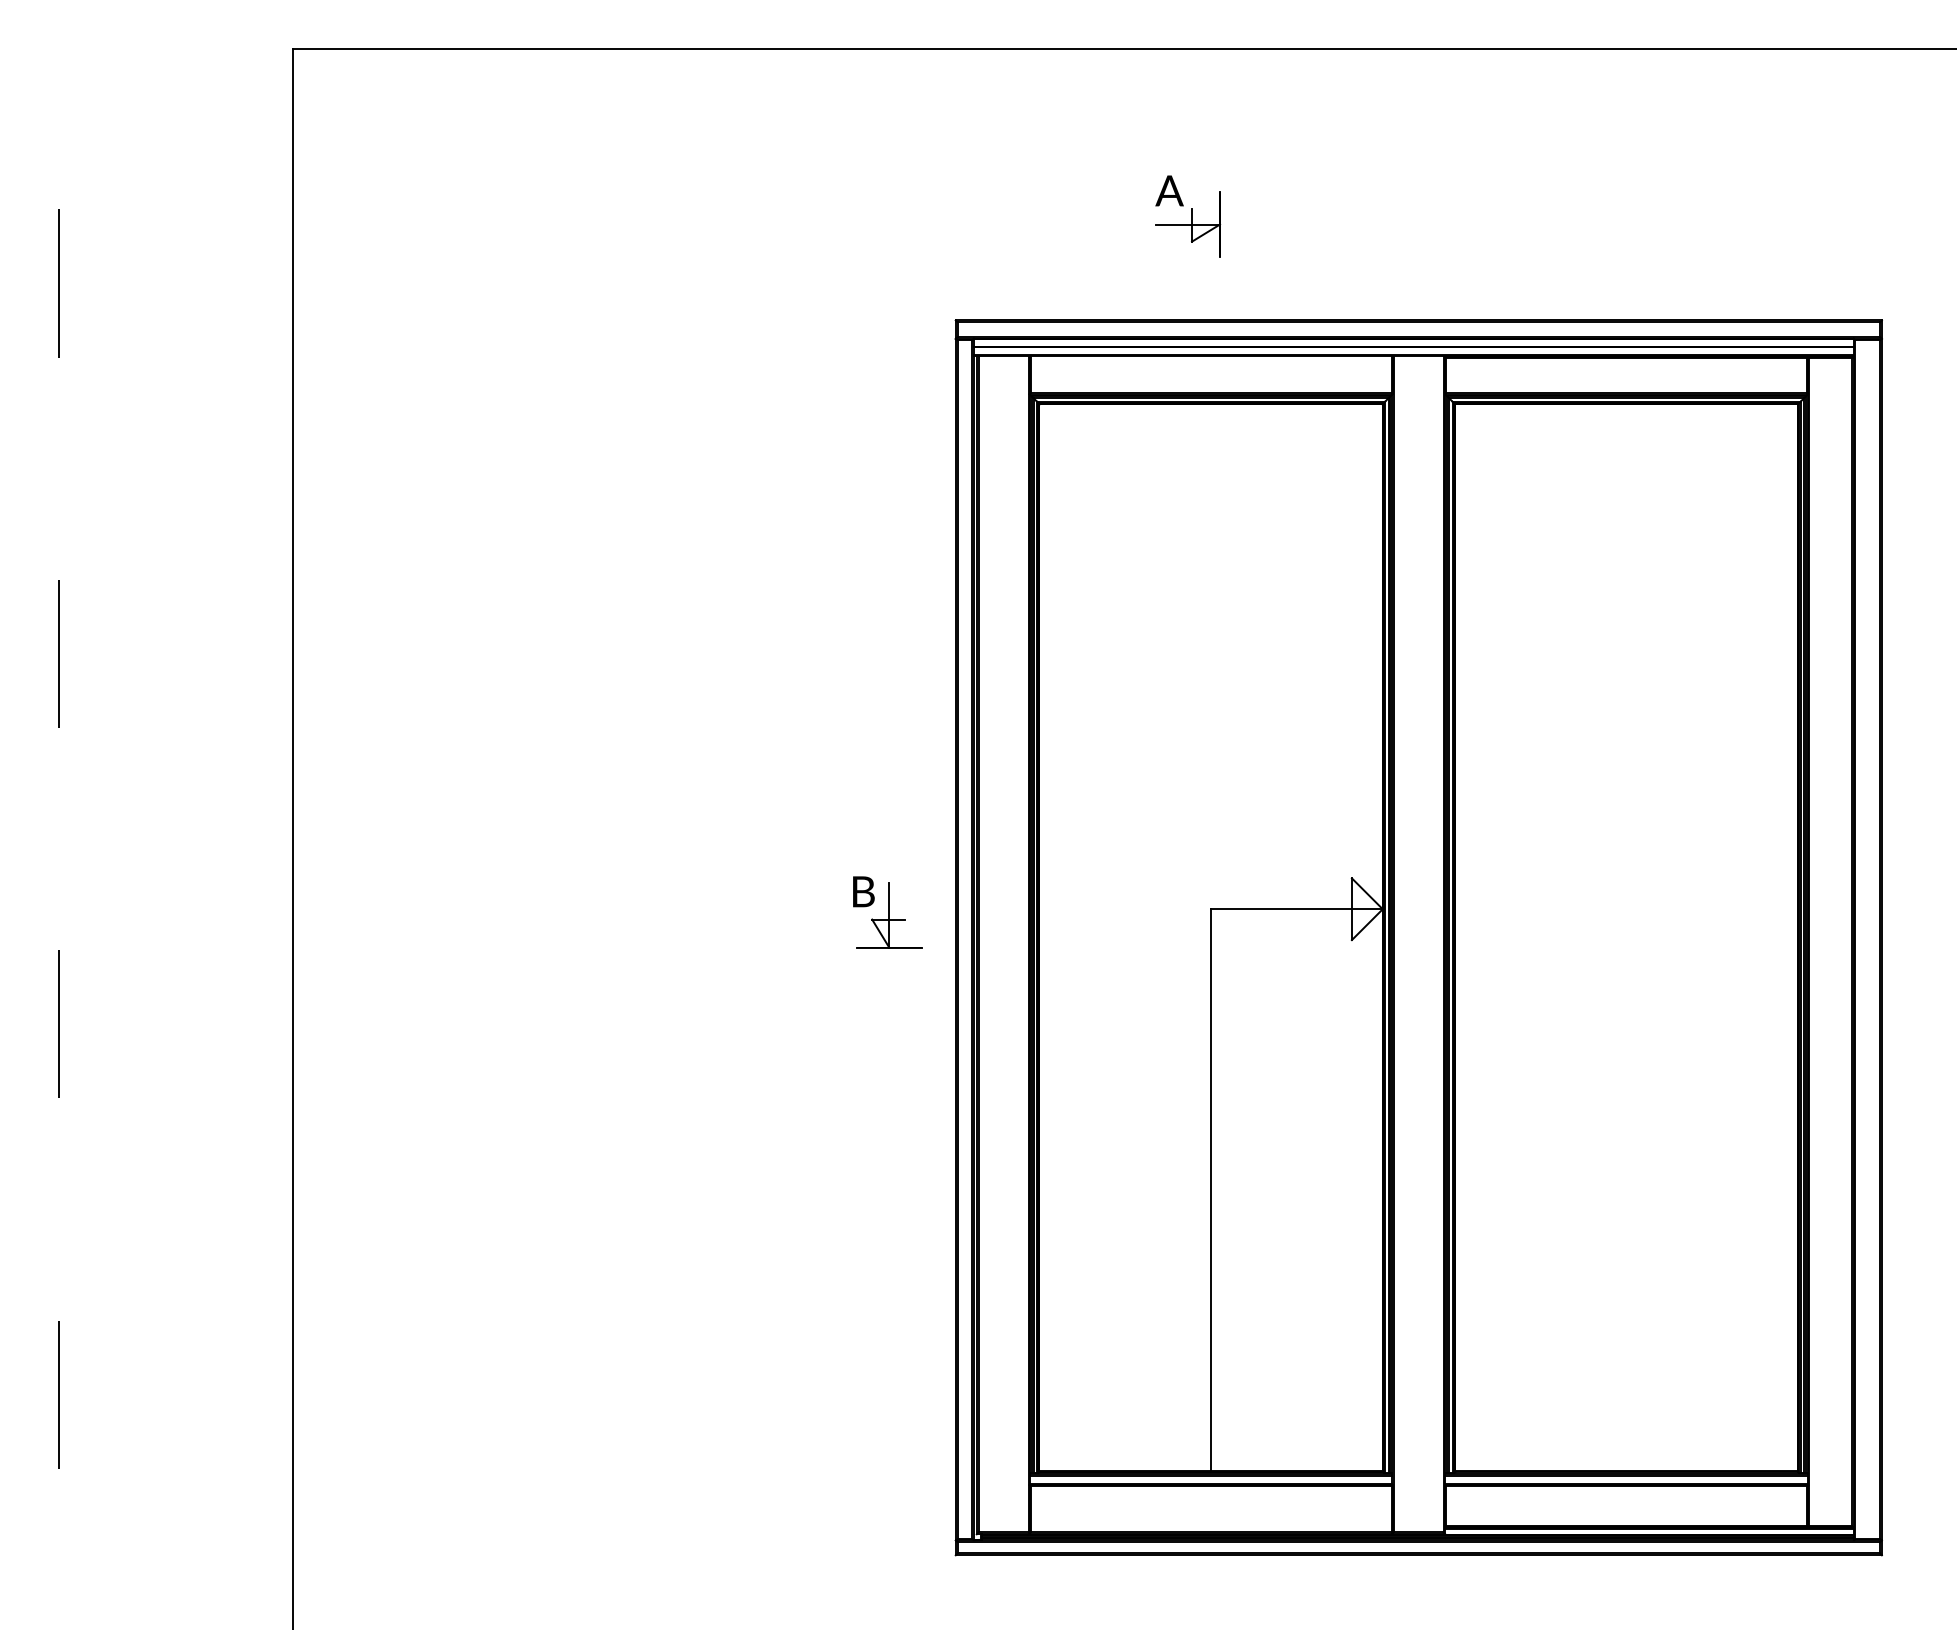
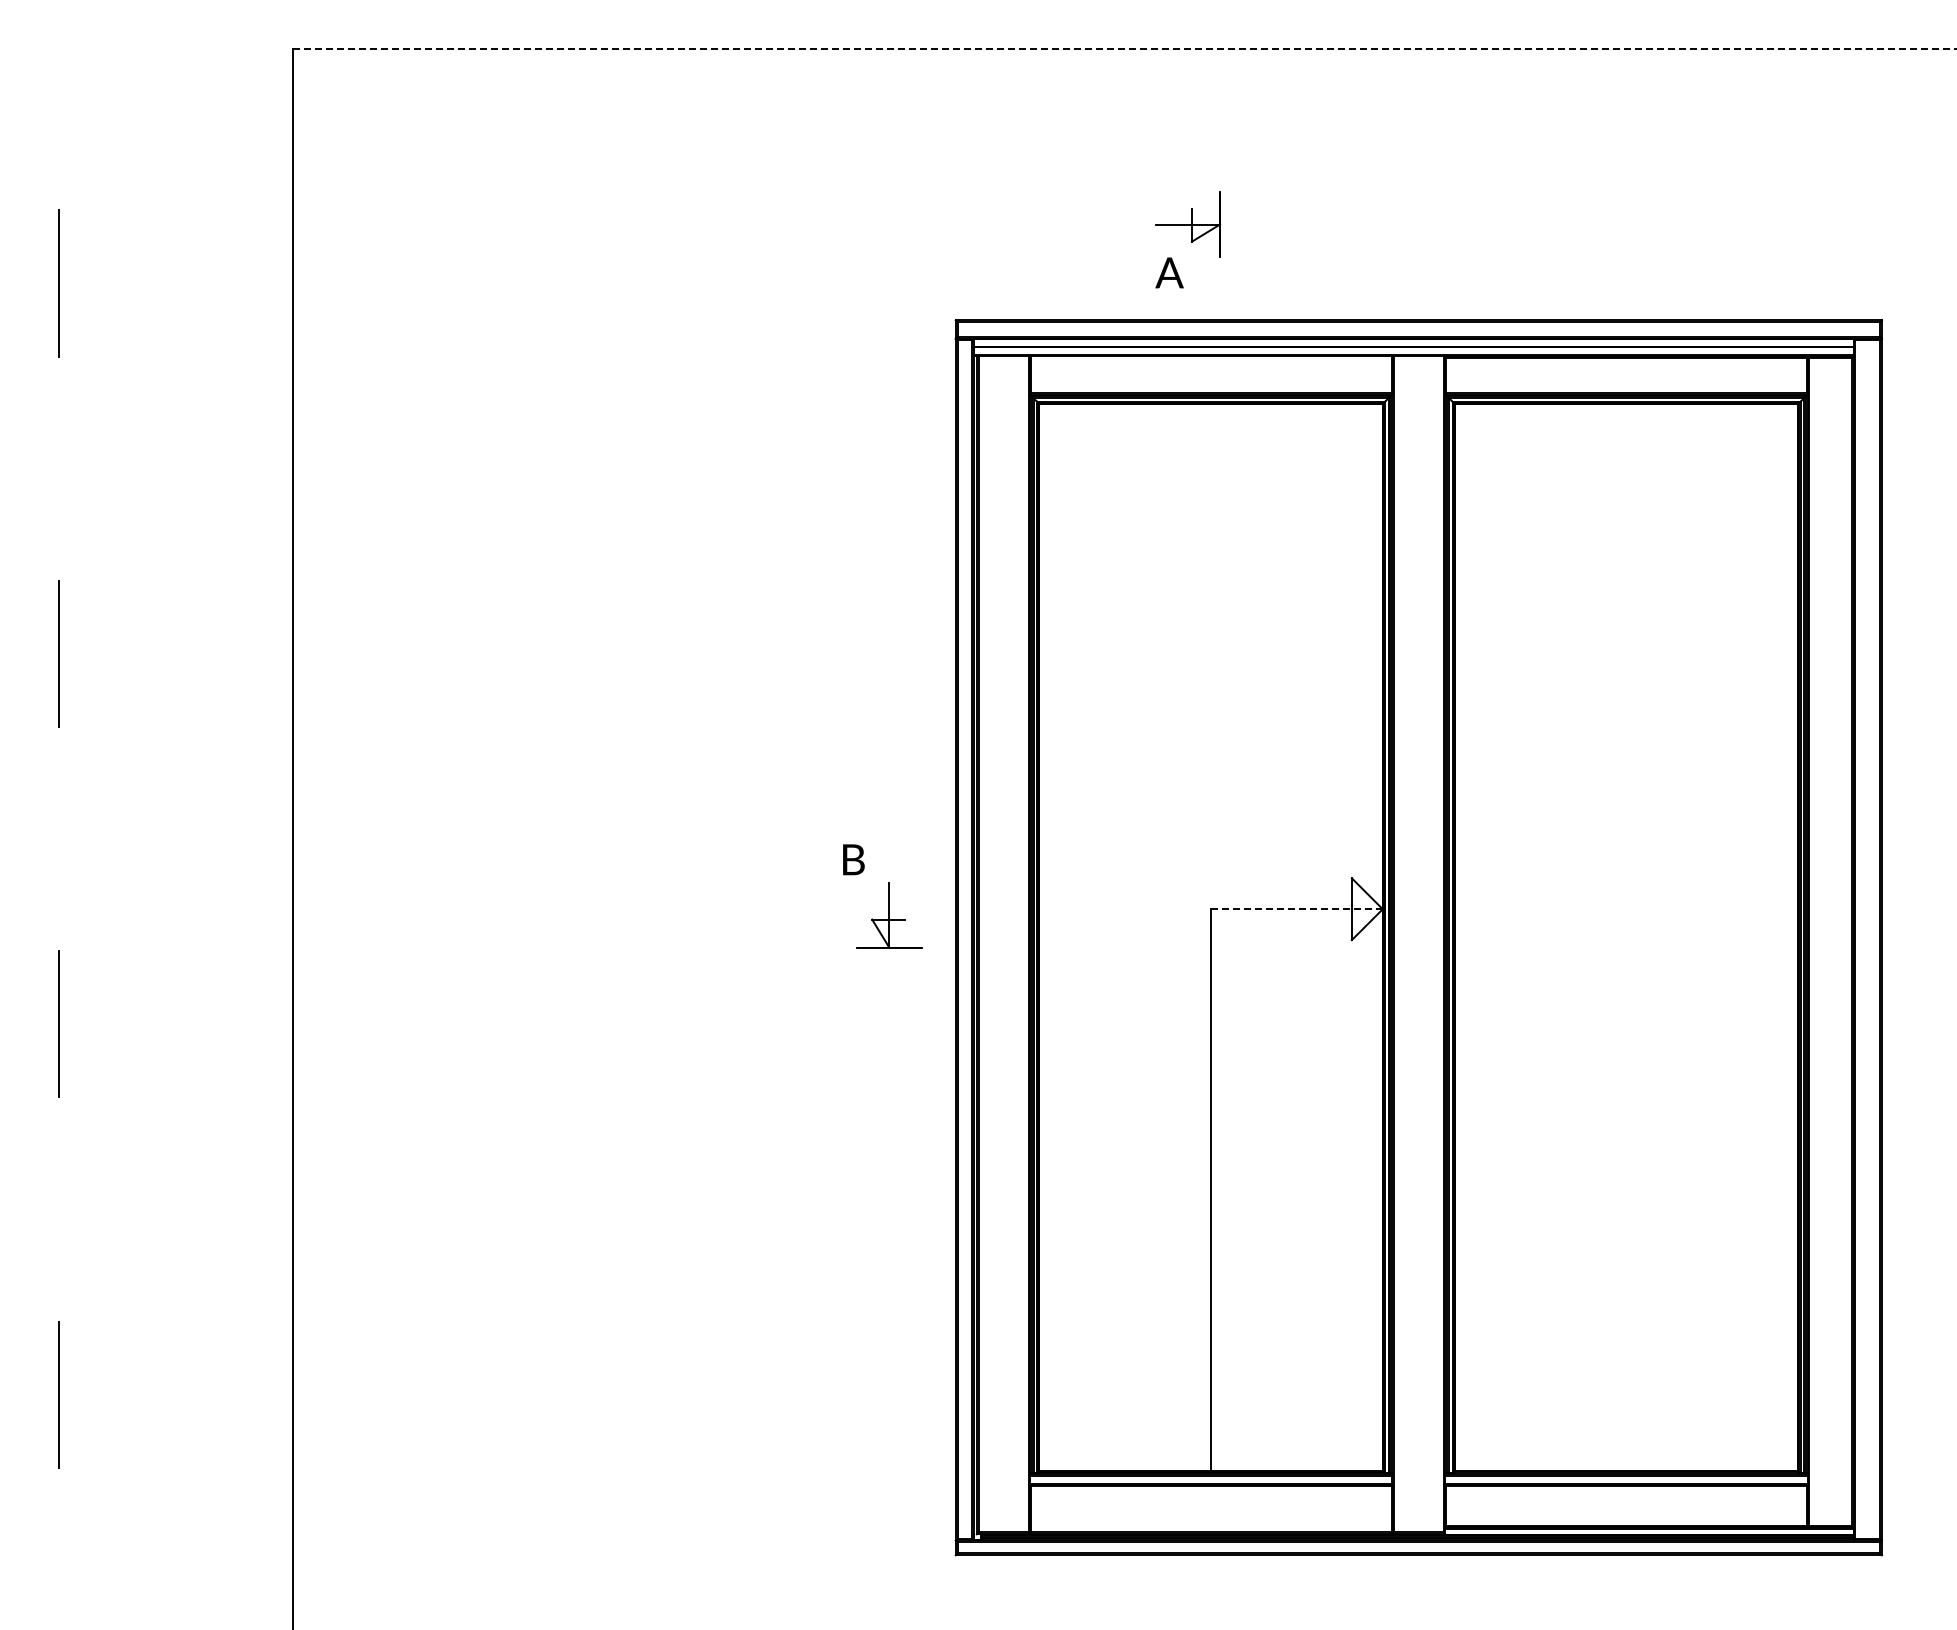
line at (1125, 48): solid -> dashed
text at (1169, 190) position: (1169, 190) -> (1169, 272)
text at (863, 891) position: (863, 891) -> (853, 859)
line at (1296, 909): solid -> dashed
